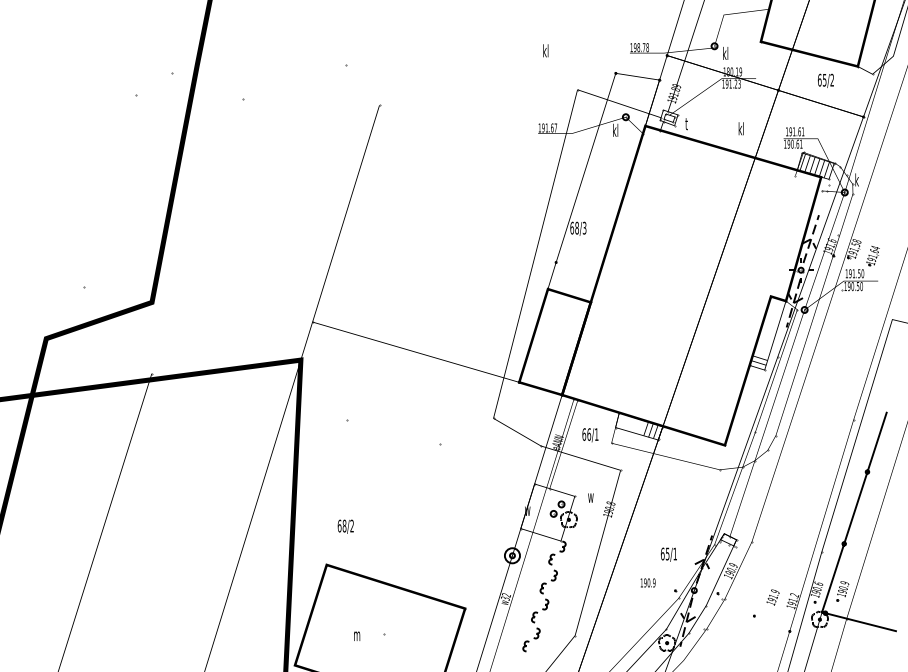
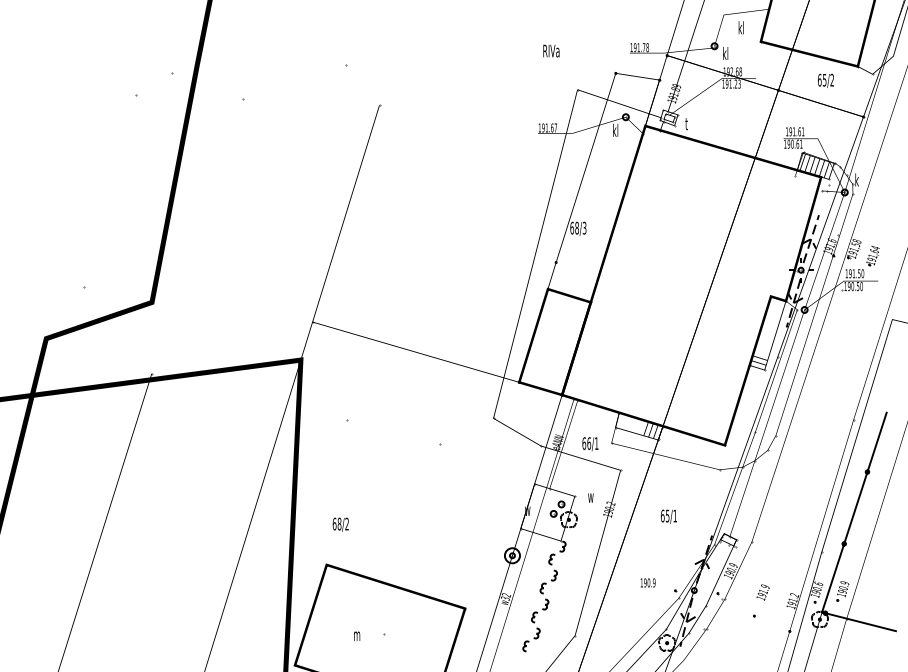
text at (638, 47): 198.78 -> 191.78
text at (551, 50): kl -> RIVa
text at (734, 71): 180.19 -> 192.68
text at (740, 128) position: (740, 128) -> (740, 27)
text at (590, 435) position: (590, 435) -> (590, 444)
text at (610, 503): 190.8 -> 190.2
text at (345, 526) position: (345, 526) -> (340, 524)
text at (668, 554) position: (668, 554) -> (668, 516)
text at (772, 597) position: (772, 597) -> (762, 592)
